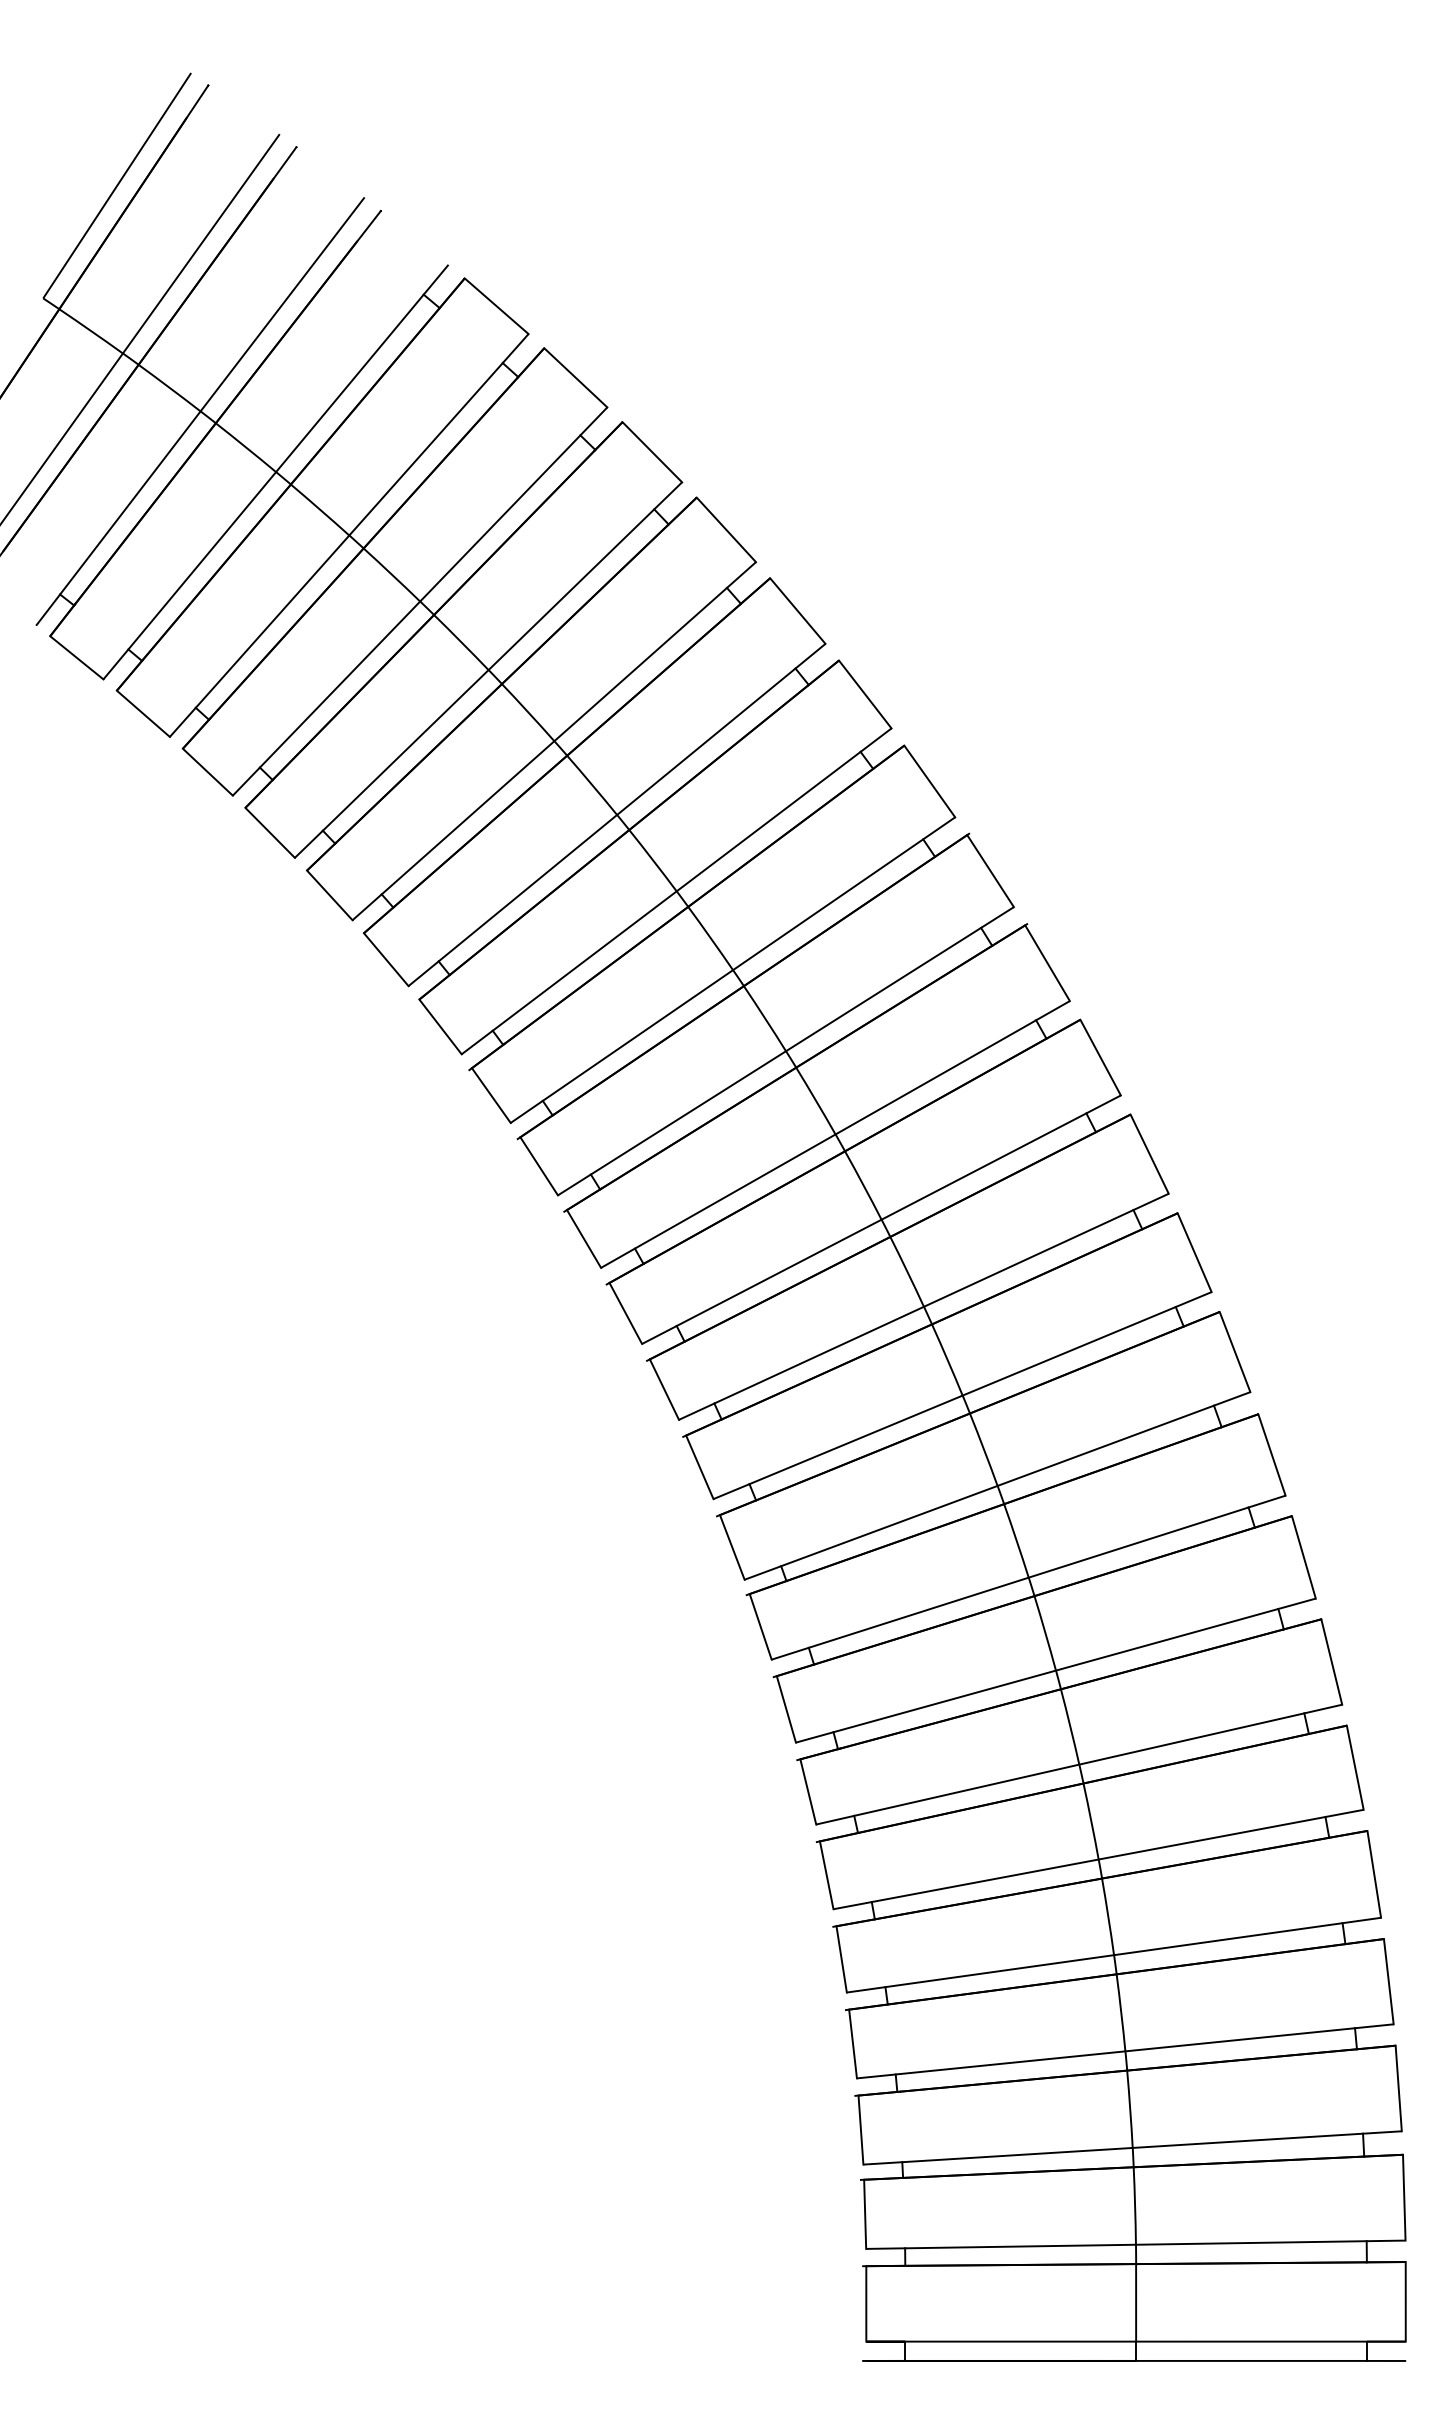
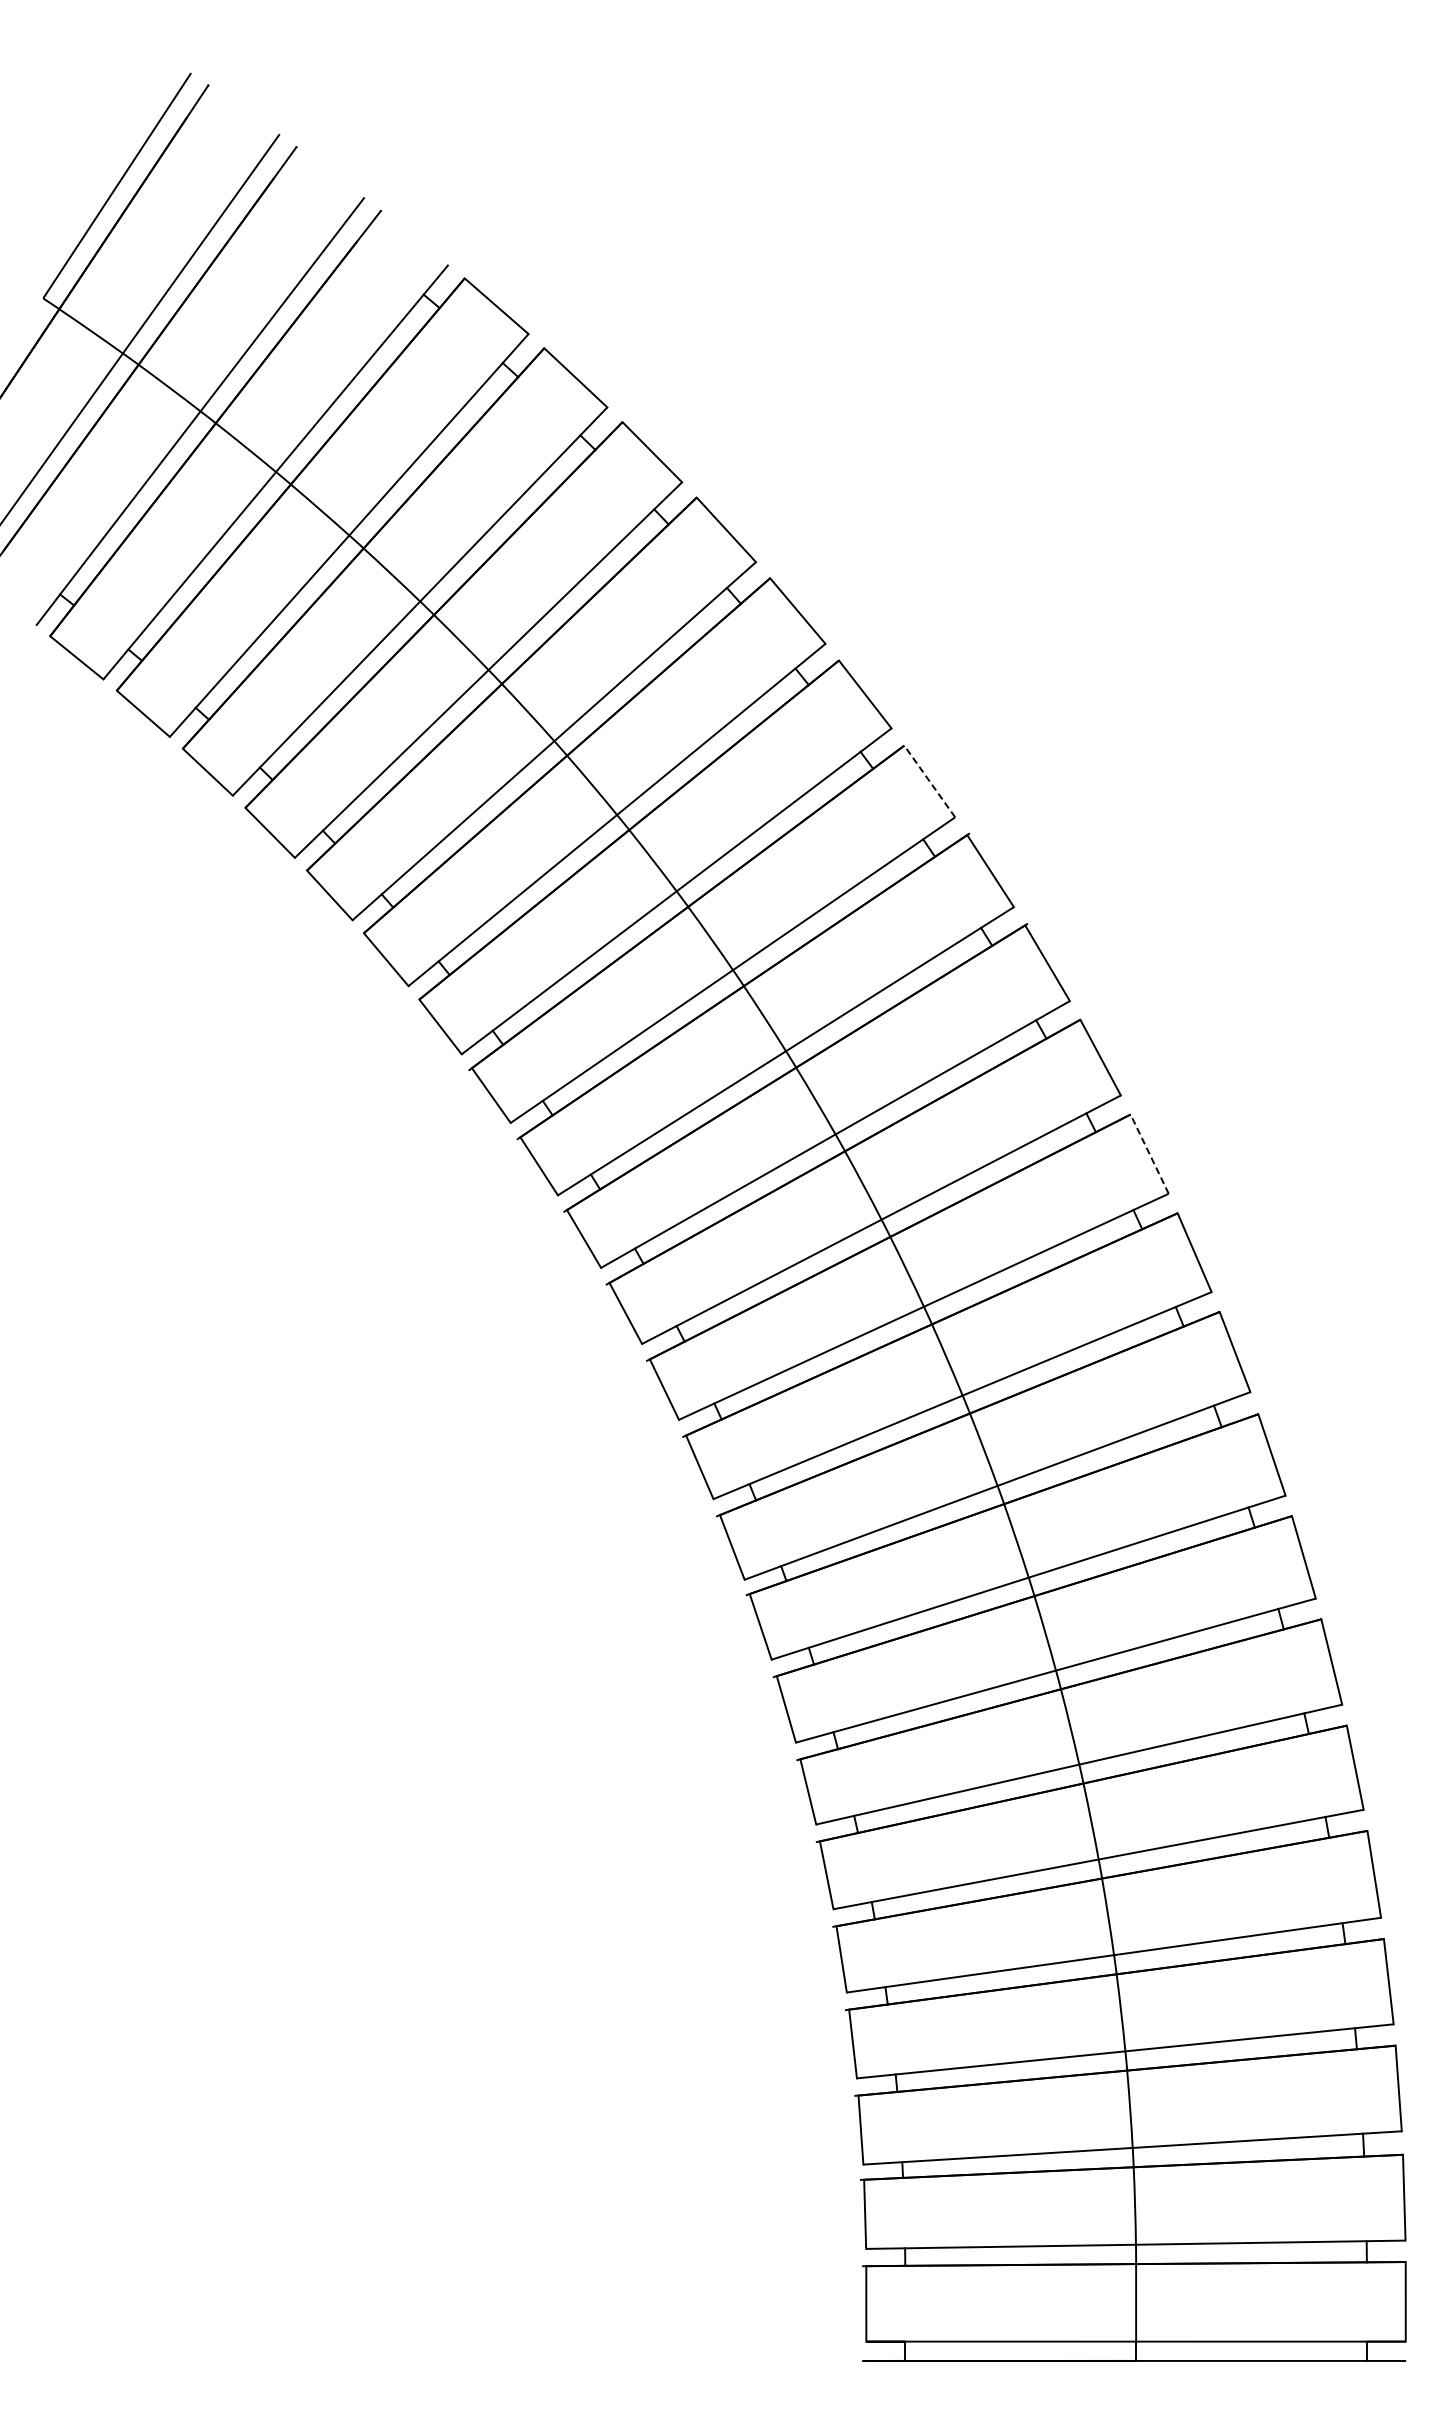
line at (929, 781): solid -> dashed
line at (1149, 1154): solid -> dashed
